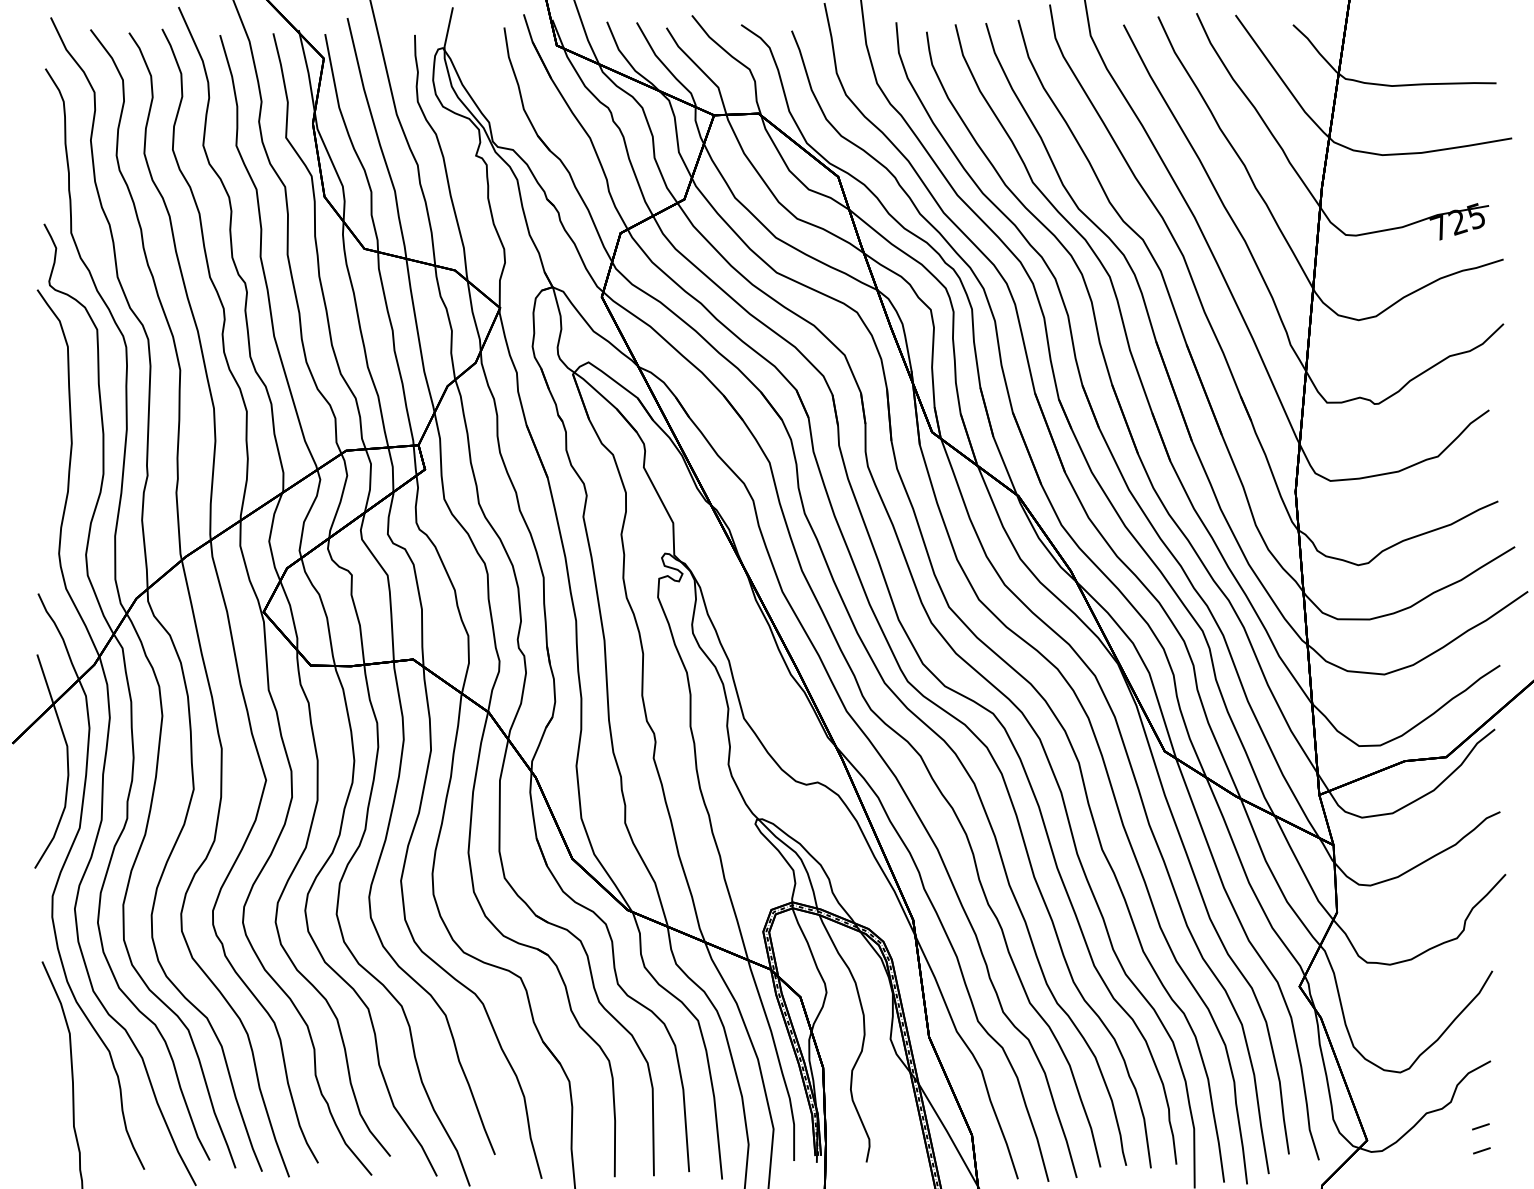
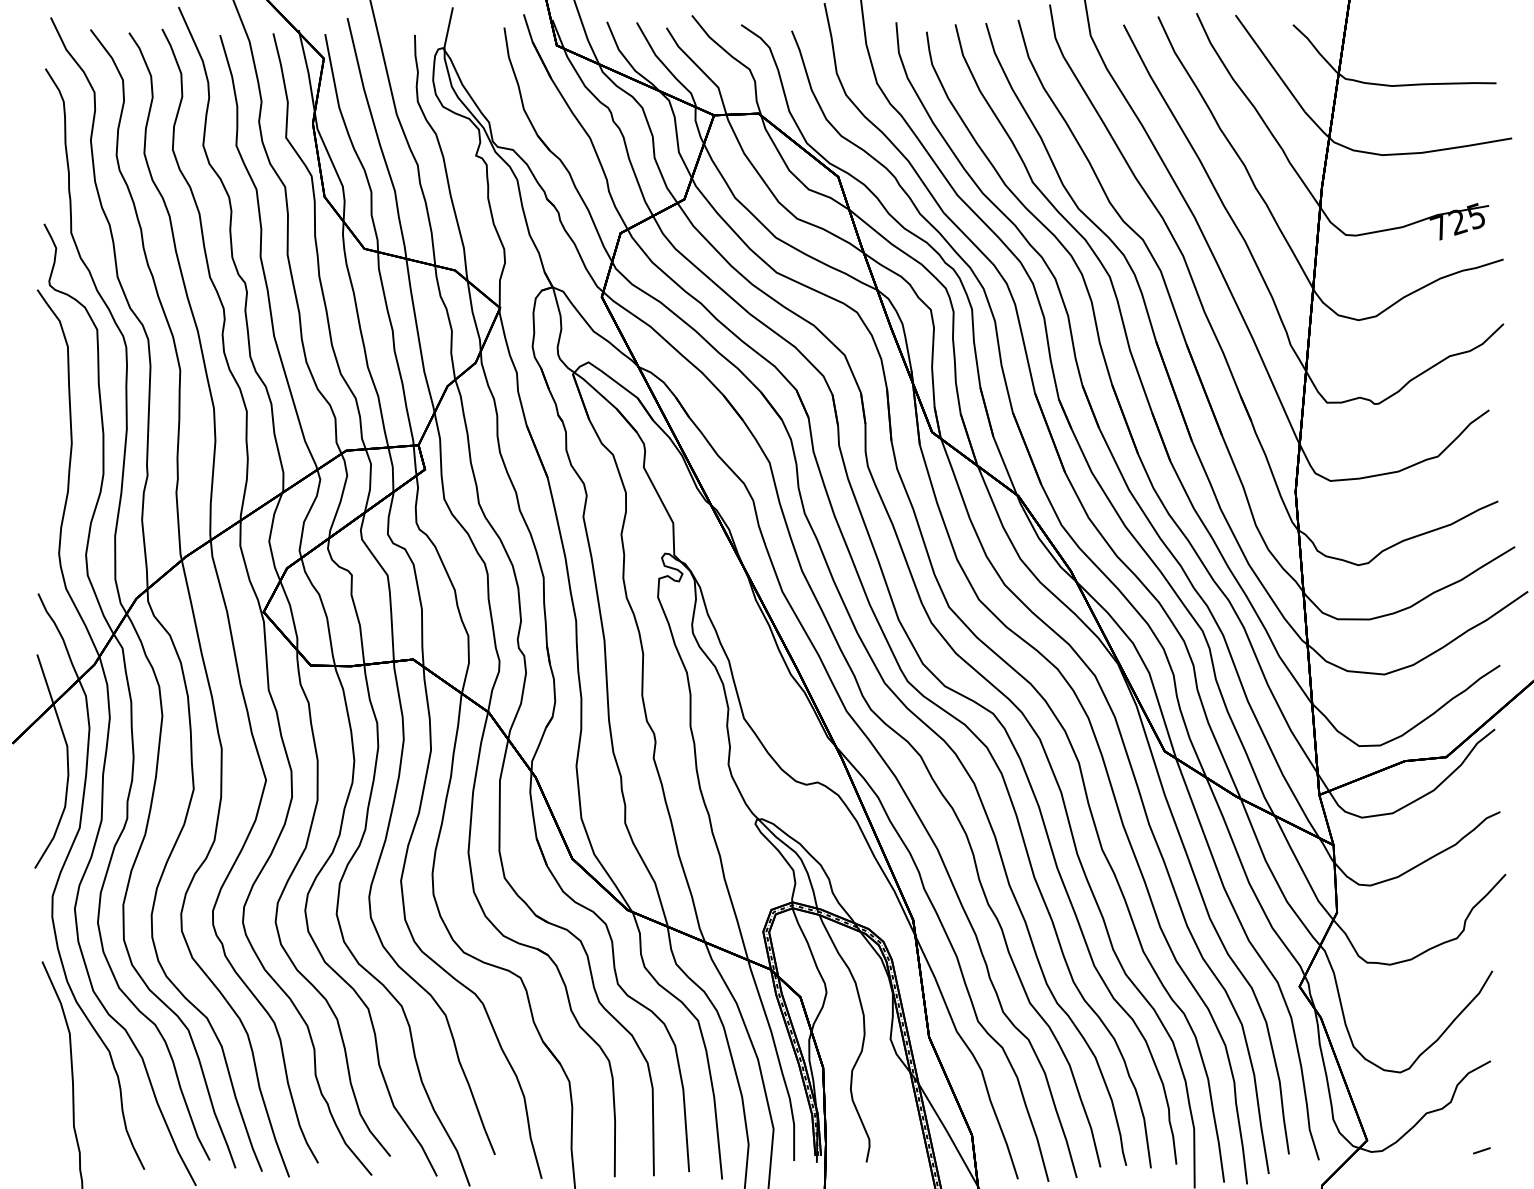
line at (1480, 1126): present -> none
